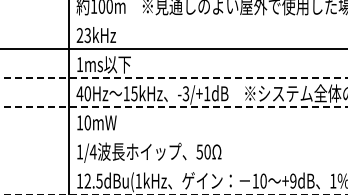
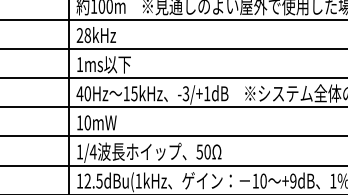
line at (173, 19): none -> present
text at (87, 35): 23kHz -> 28kHz
line at (174, 78): dashed -> solid
line at (174, 107): dashed -> solid
line at (173, 136): none -> present
line at (173, 165): none -> present
line at (174, 194): dashed -> solid
